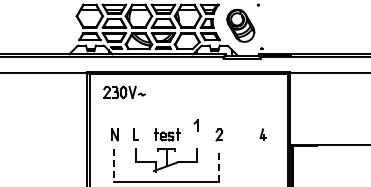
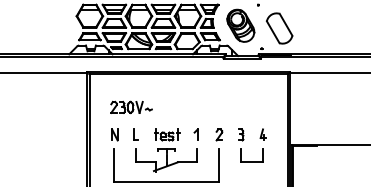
part at (279, 28): none -> present
part at (124, 92) position: (124, 92) -> (131, 107)
part at (195, 125) position: (195, 125) -> (195, 134)
part at (244, 139): none -> present
line at (114, 165): dashed -> solid
line at (218, 165): dashed -> solid
